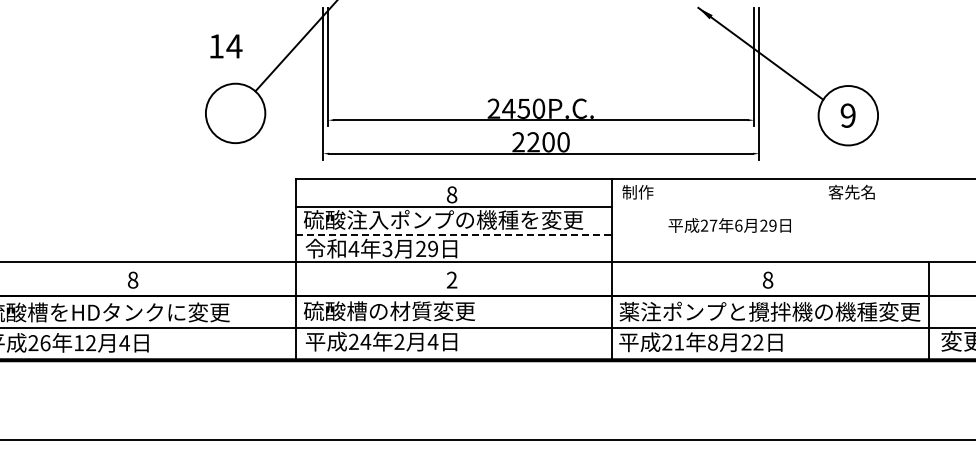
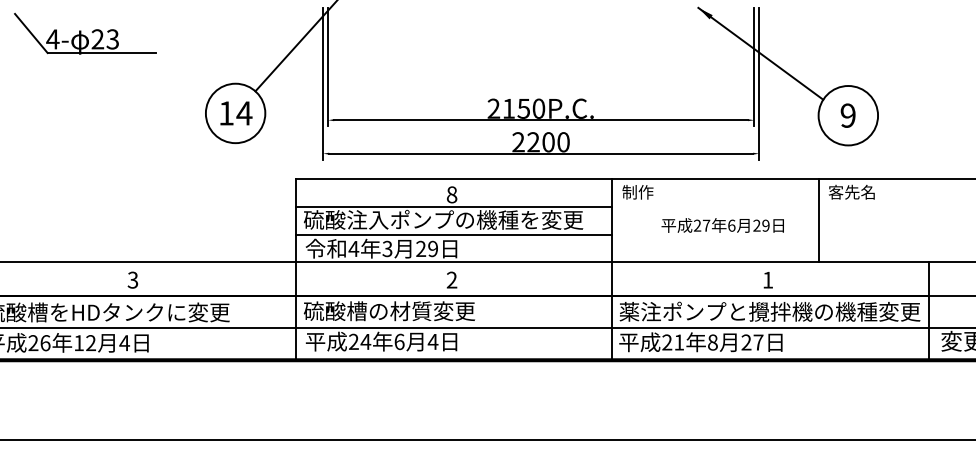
part at (85, 33): none -> present
text at (226, 46) position: (226, 46) -> (236, 113)
text at (508, 108): 2450P.C. -> 2150P.C.
line at (818, 220): none -> present
text at (729, 225) position: (729, 225) -> (722, 225)
line at (454, 234): dashed -> solid
text at (132, 279): 8 -> 3
text at (767, 279): 8 -> 1
text at (399, 341): 2 -> 6
text at (758, 342): 22 -> 27
